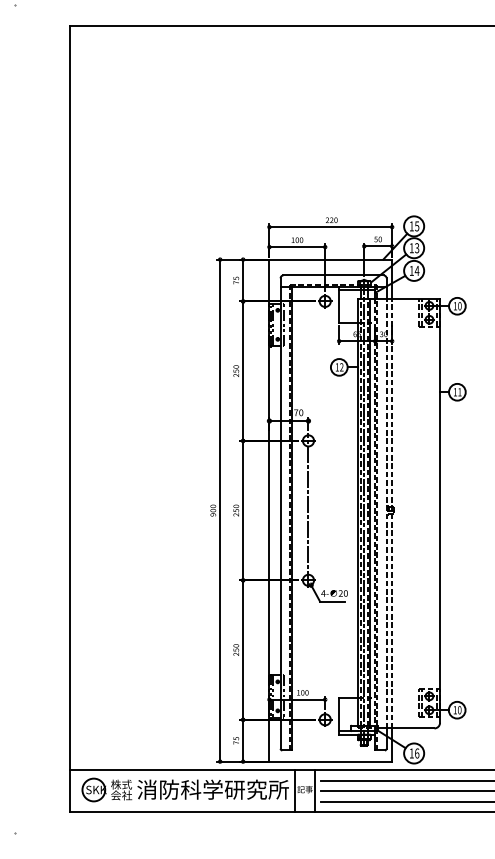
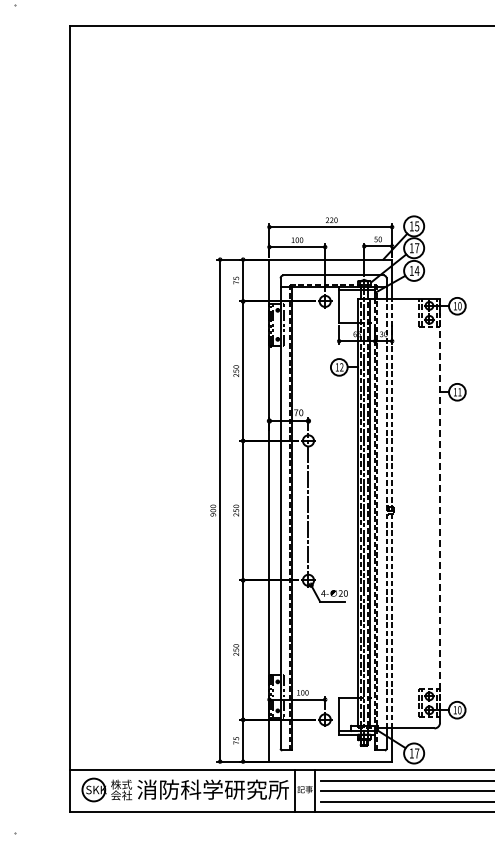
text at (417, 248): 13 -> 17
line at (440, 510): solid -> dashed
text at (417, 753): 16 -> 17
